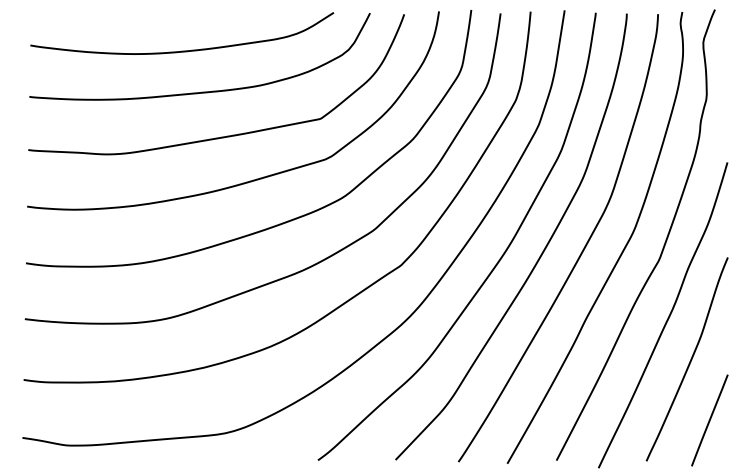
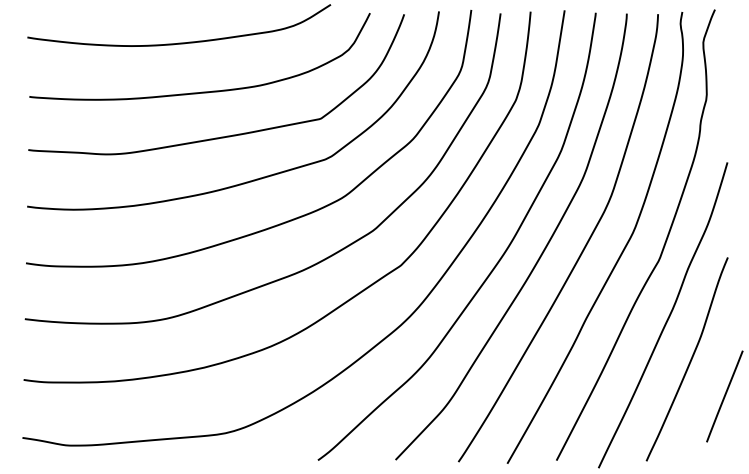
curve at (182, 50) position: (182, 50) -> (179, 42)
line at (709, 420) position: (709, 420) -> (724, 396)
